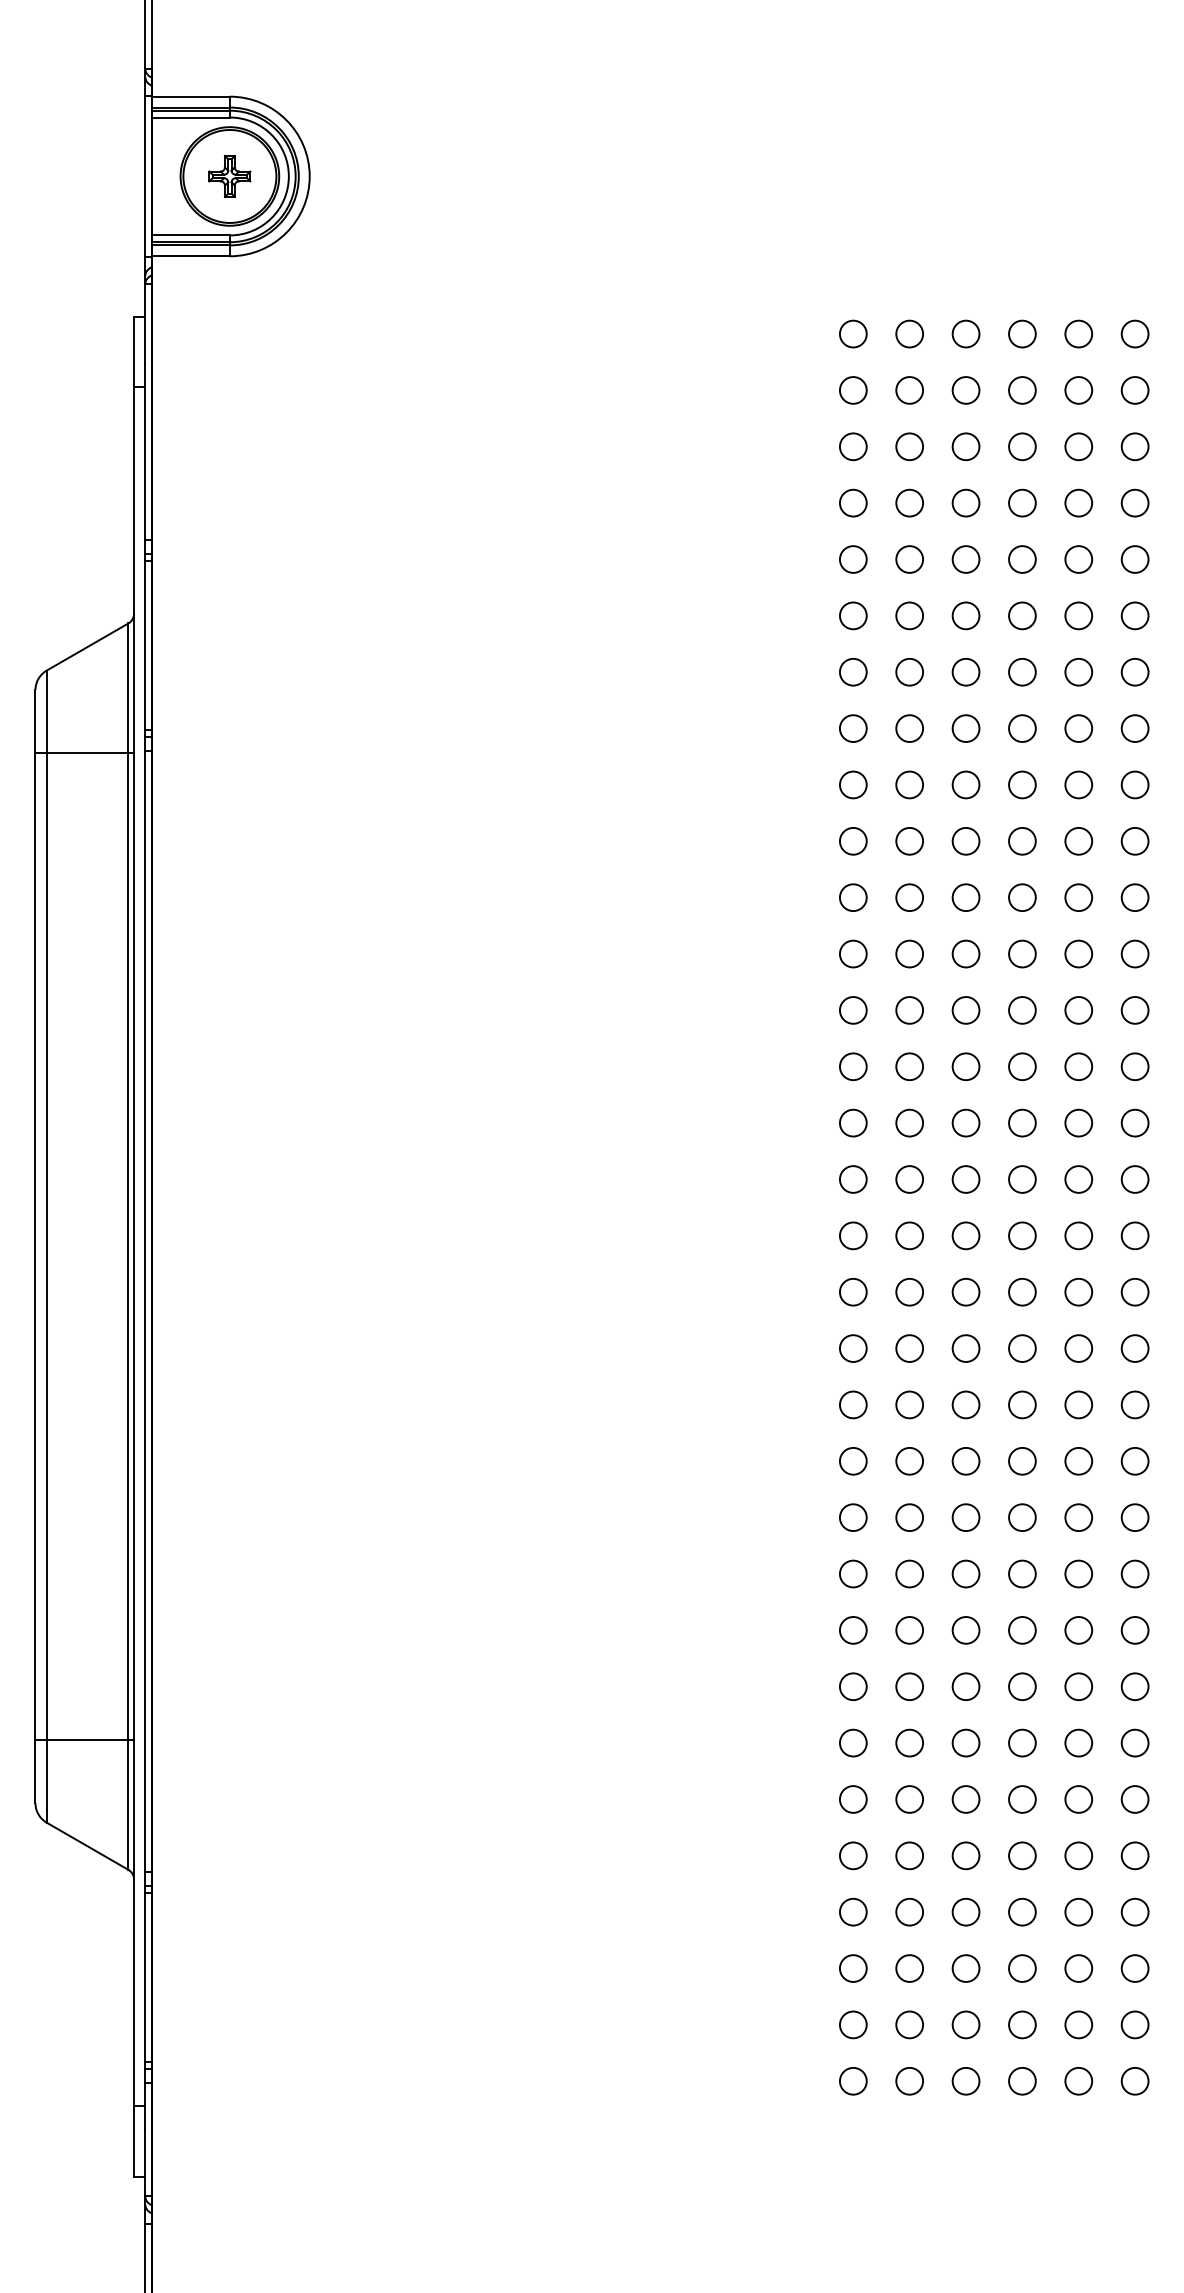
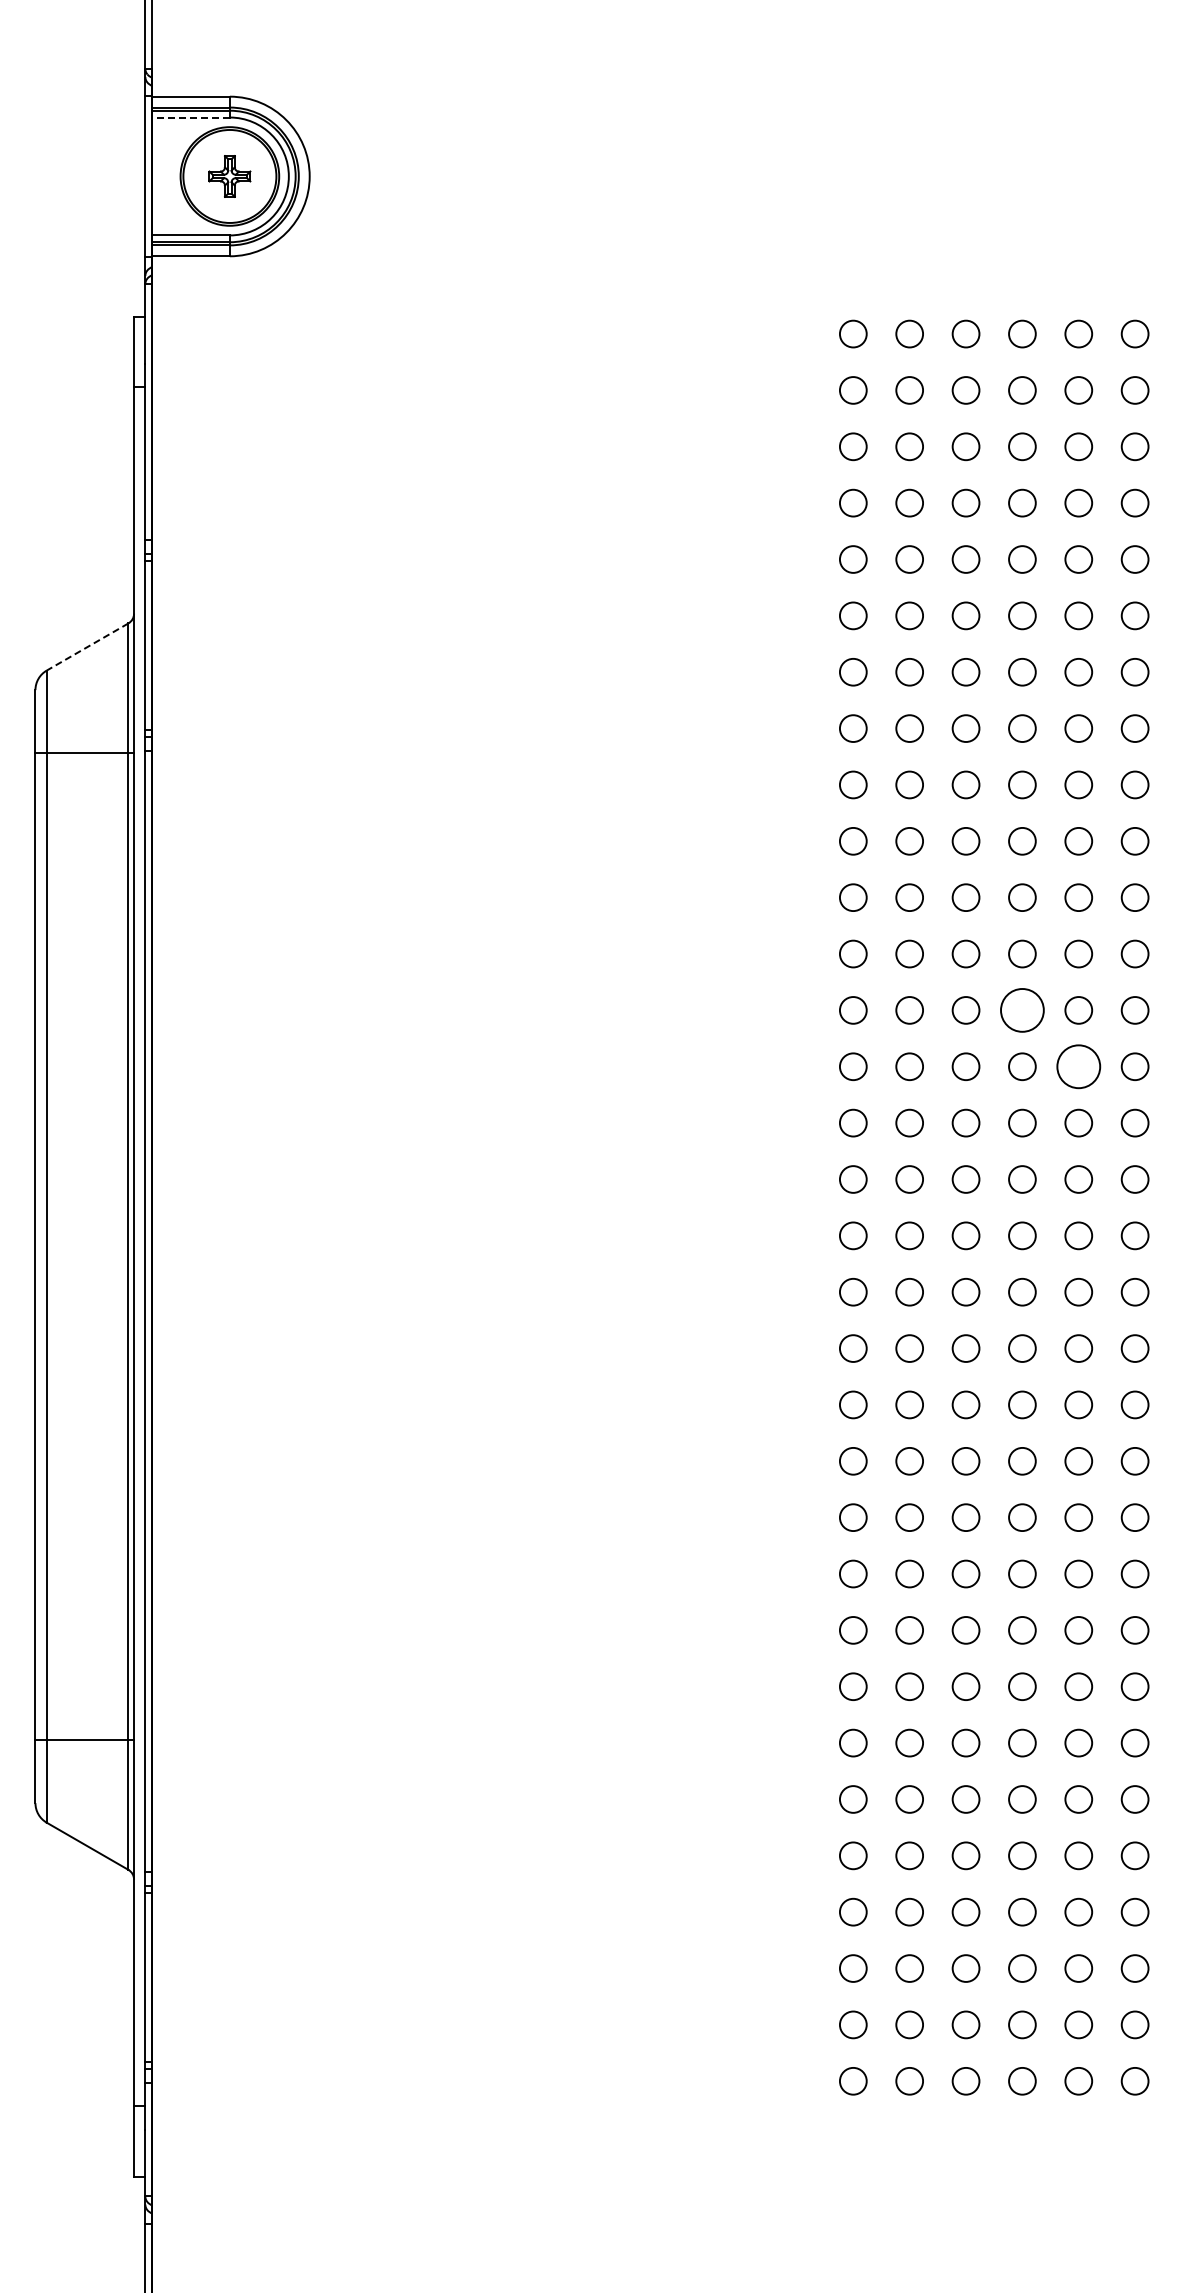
line at (191, 117): solid -> dashed
line at (87, 647): solid -> dashed
circle at (1022, 1010) diameter: 27 px -> 43 px
circle at (1078, 1066) diameter: 27 px -> 43 px
